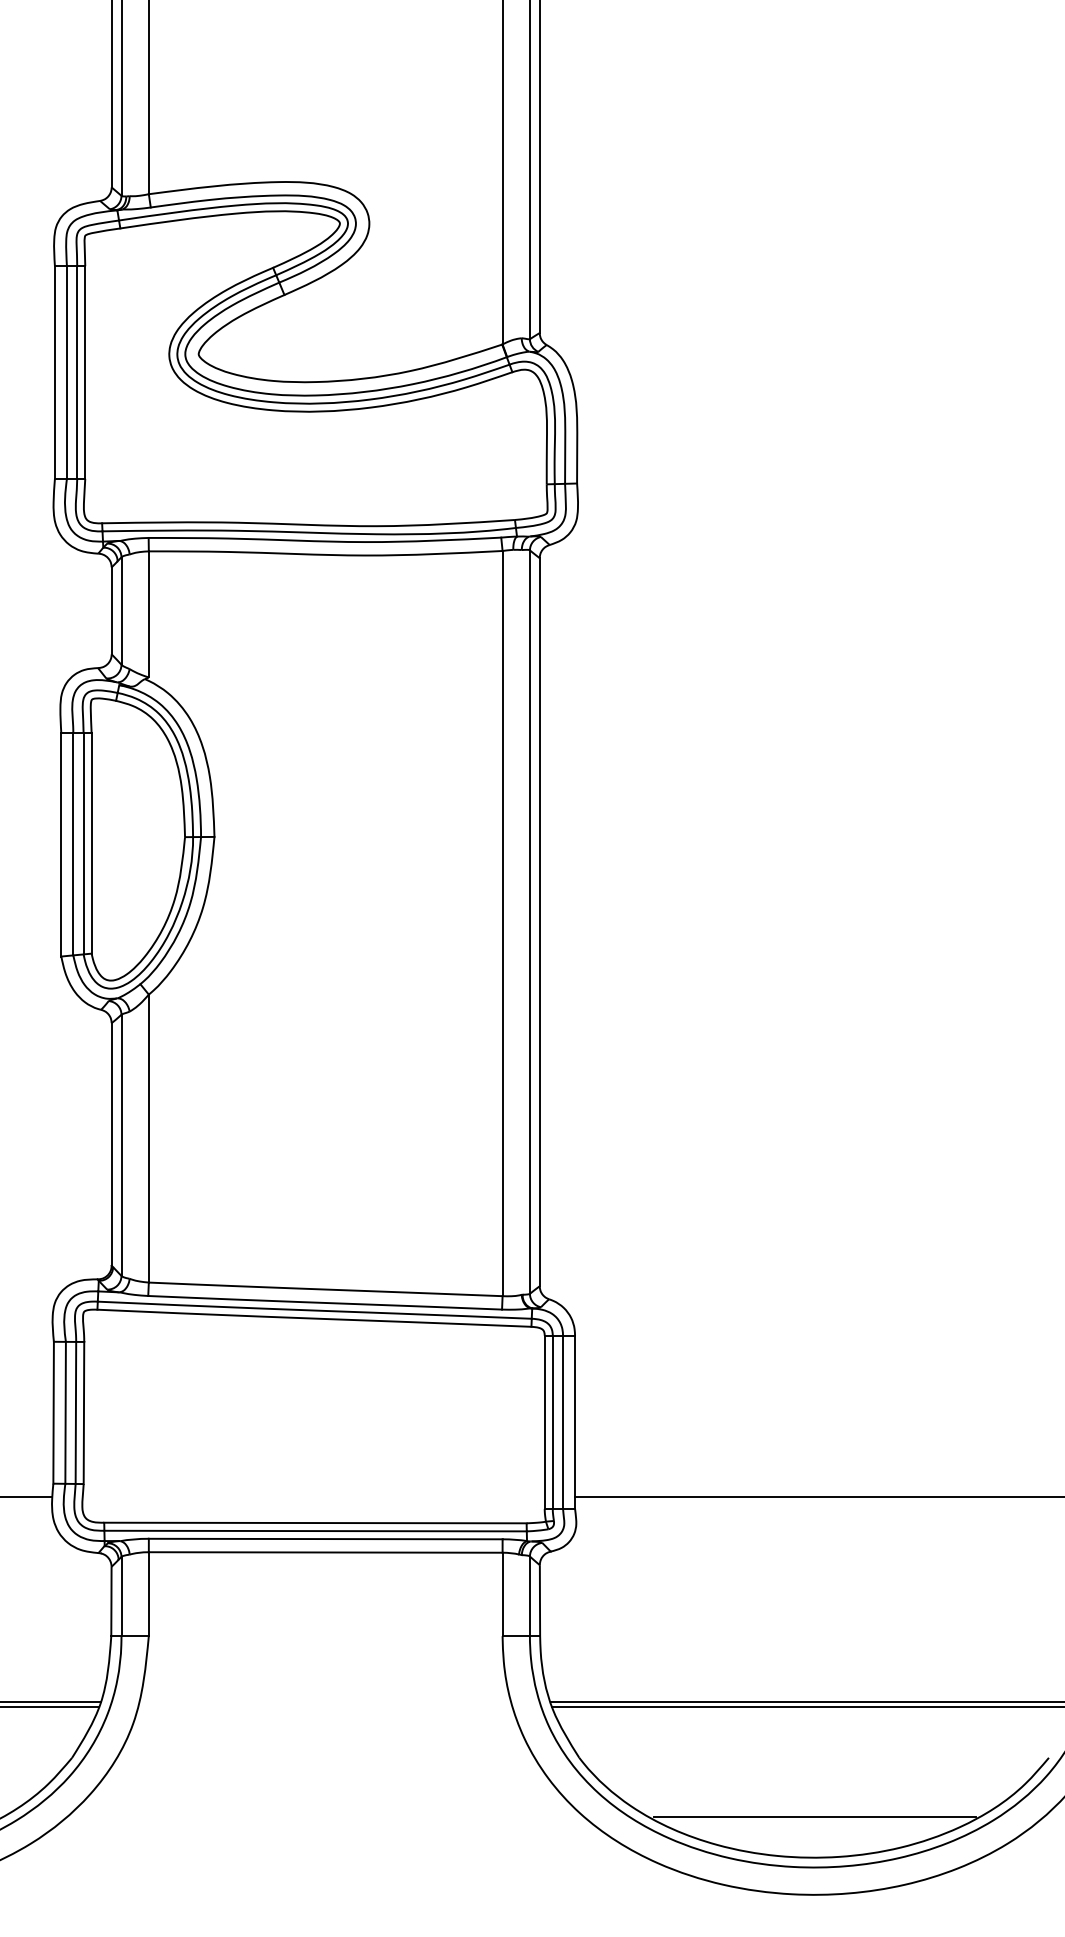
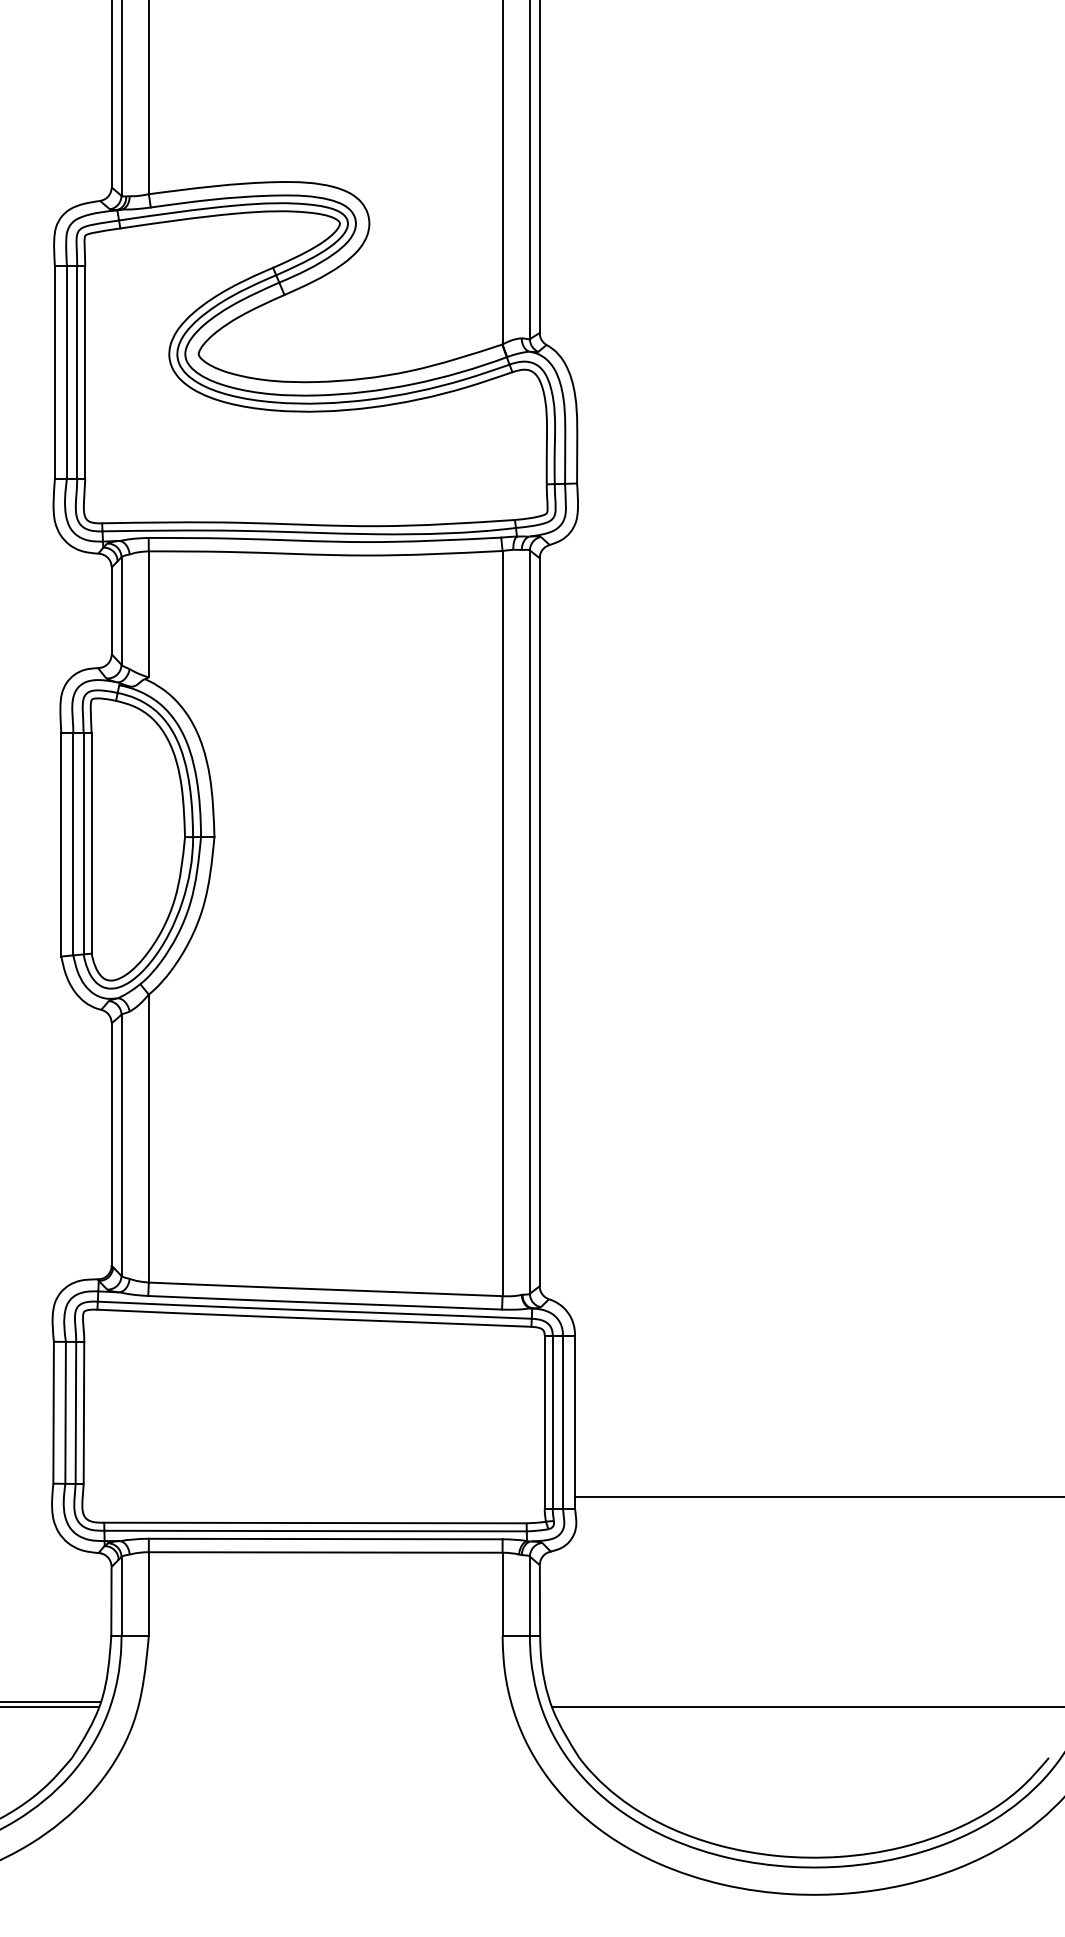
line at (27, 1497): present -> none
line at (806, 1701): present -> none
line at (814, 1816): present -> none
